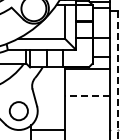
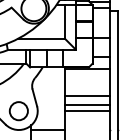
line at (117, 75): dashed -> solid
line at (87, 96): dashed -> solid
line at (87, 104): none -> present
line at (87, 110): none -> present
